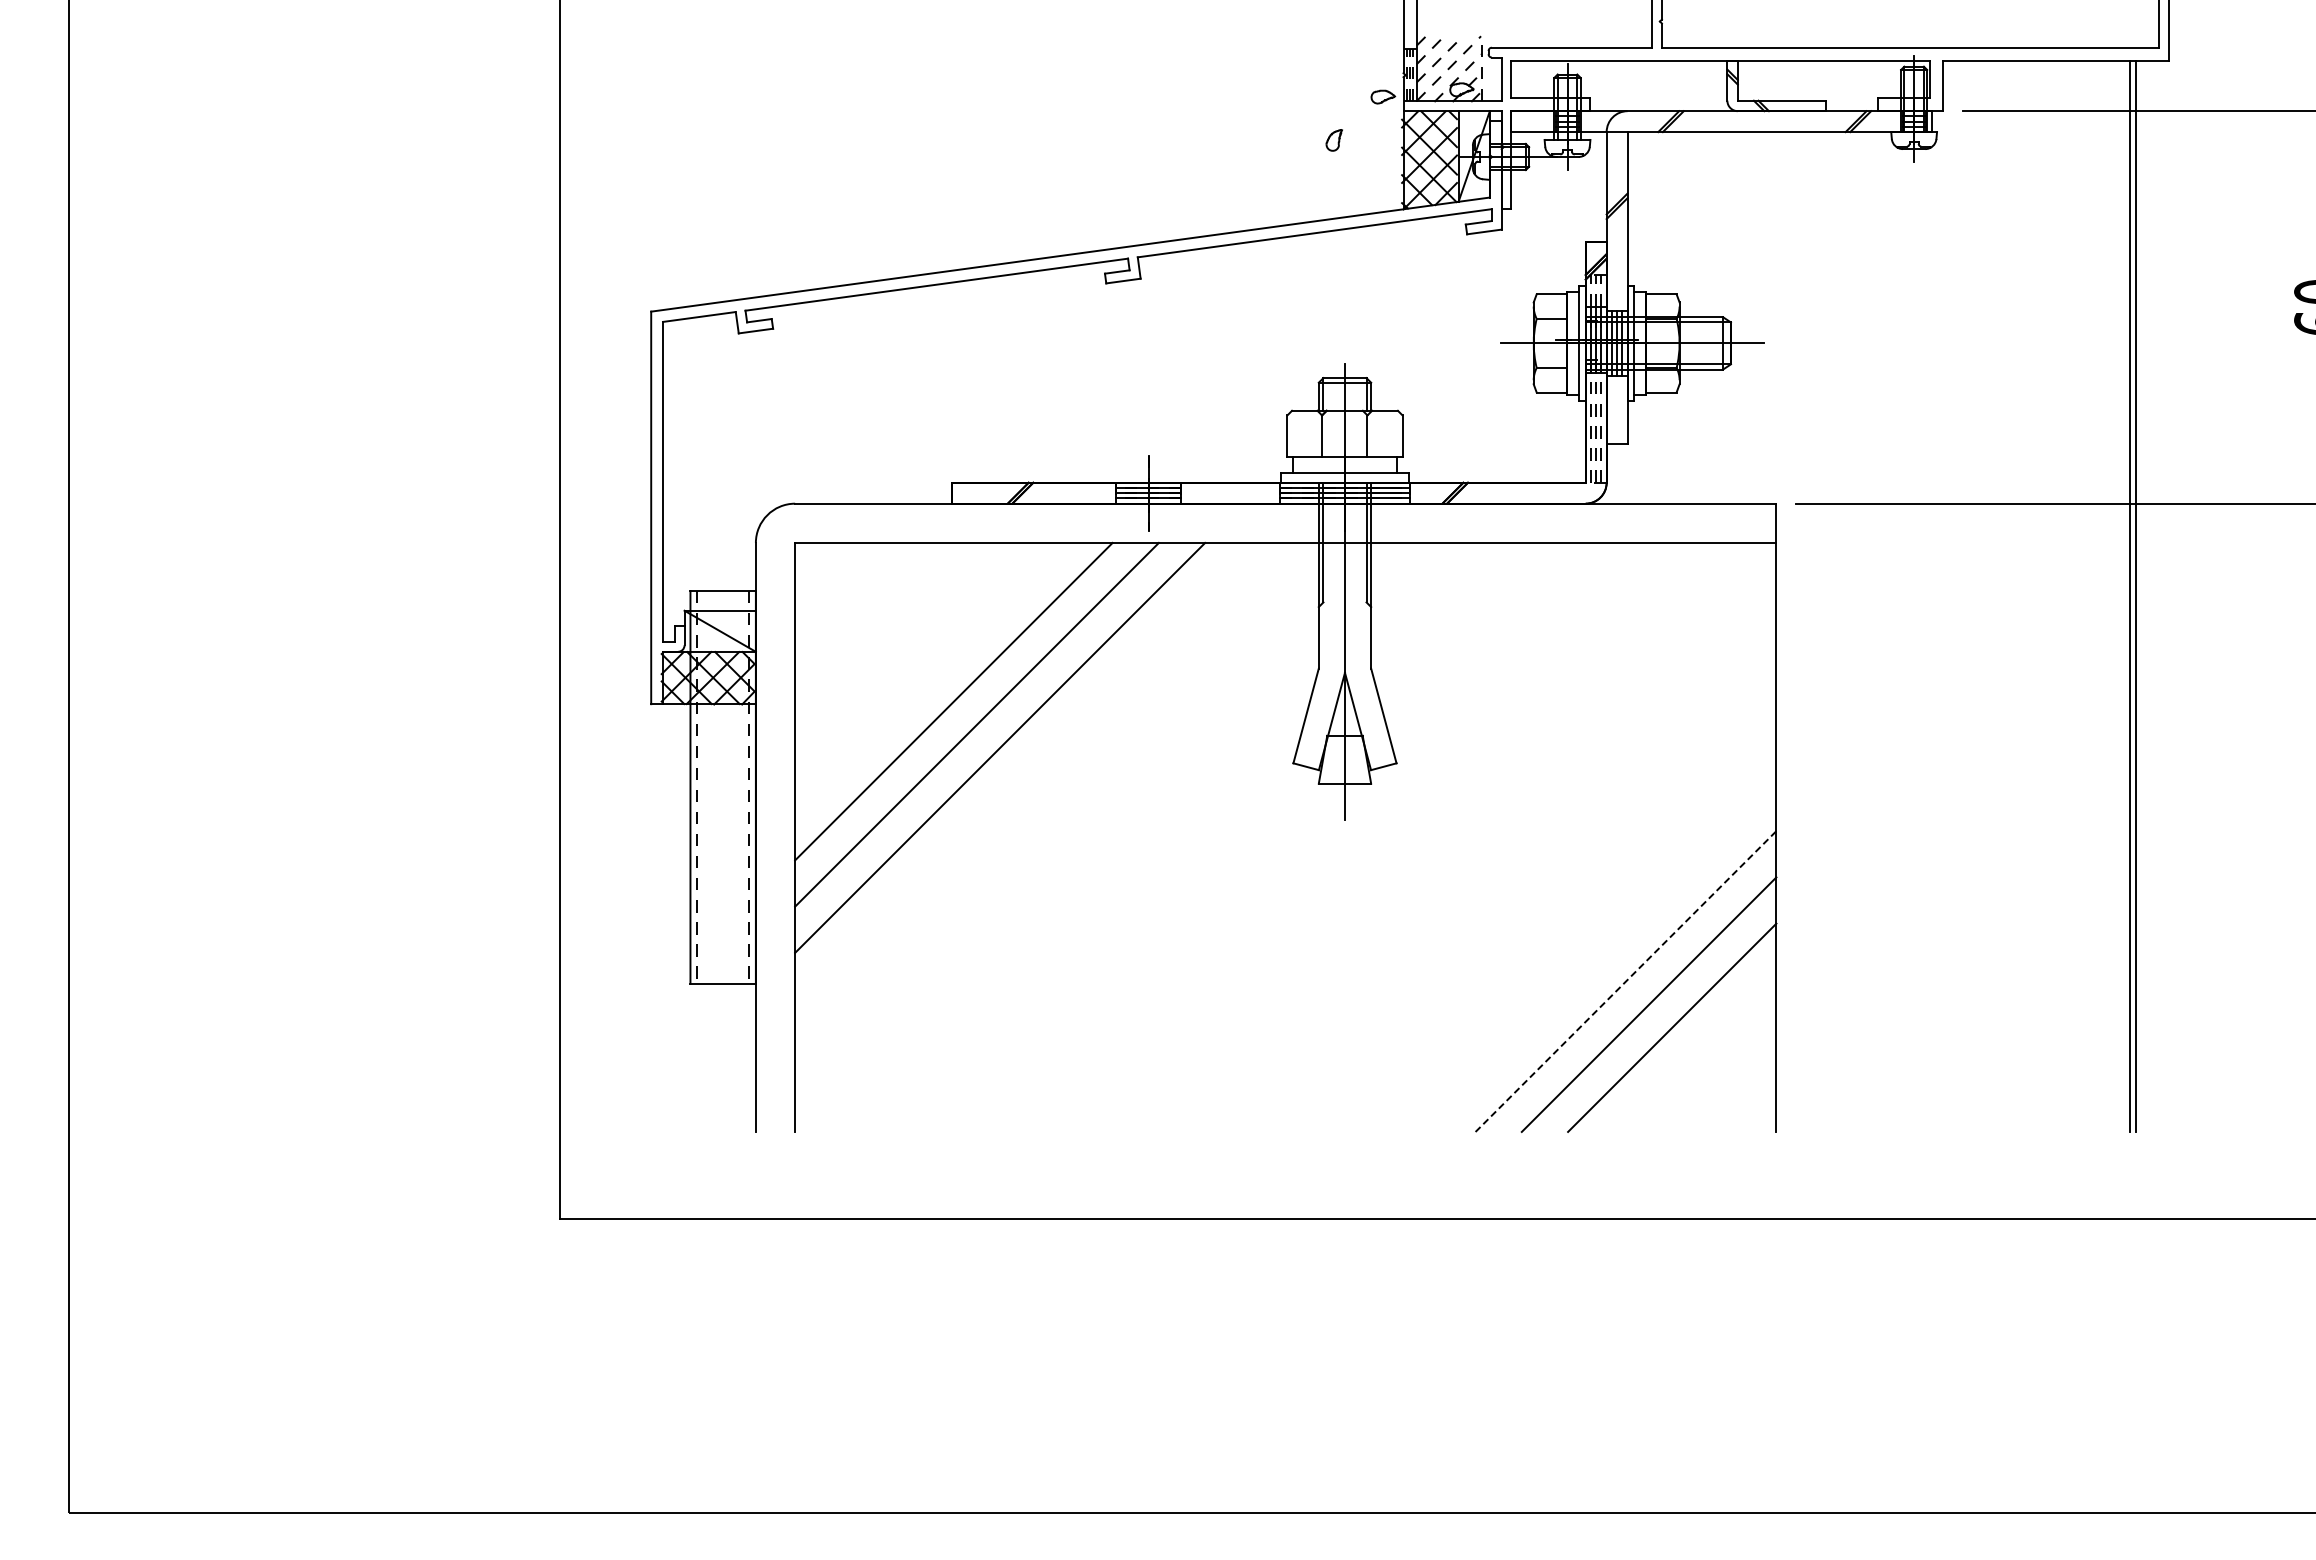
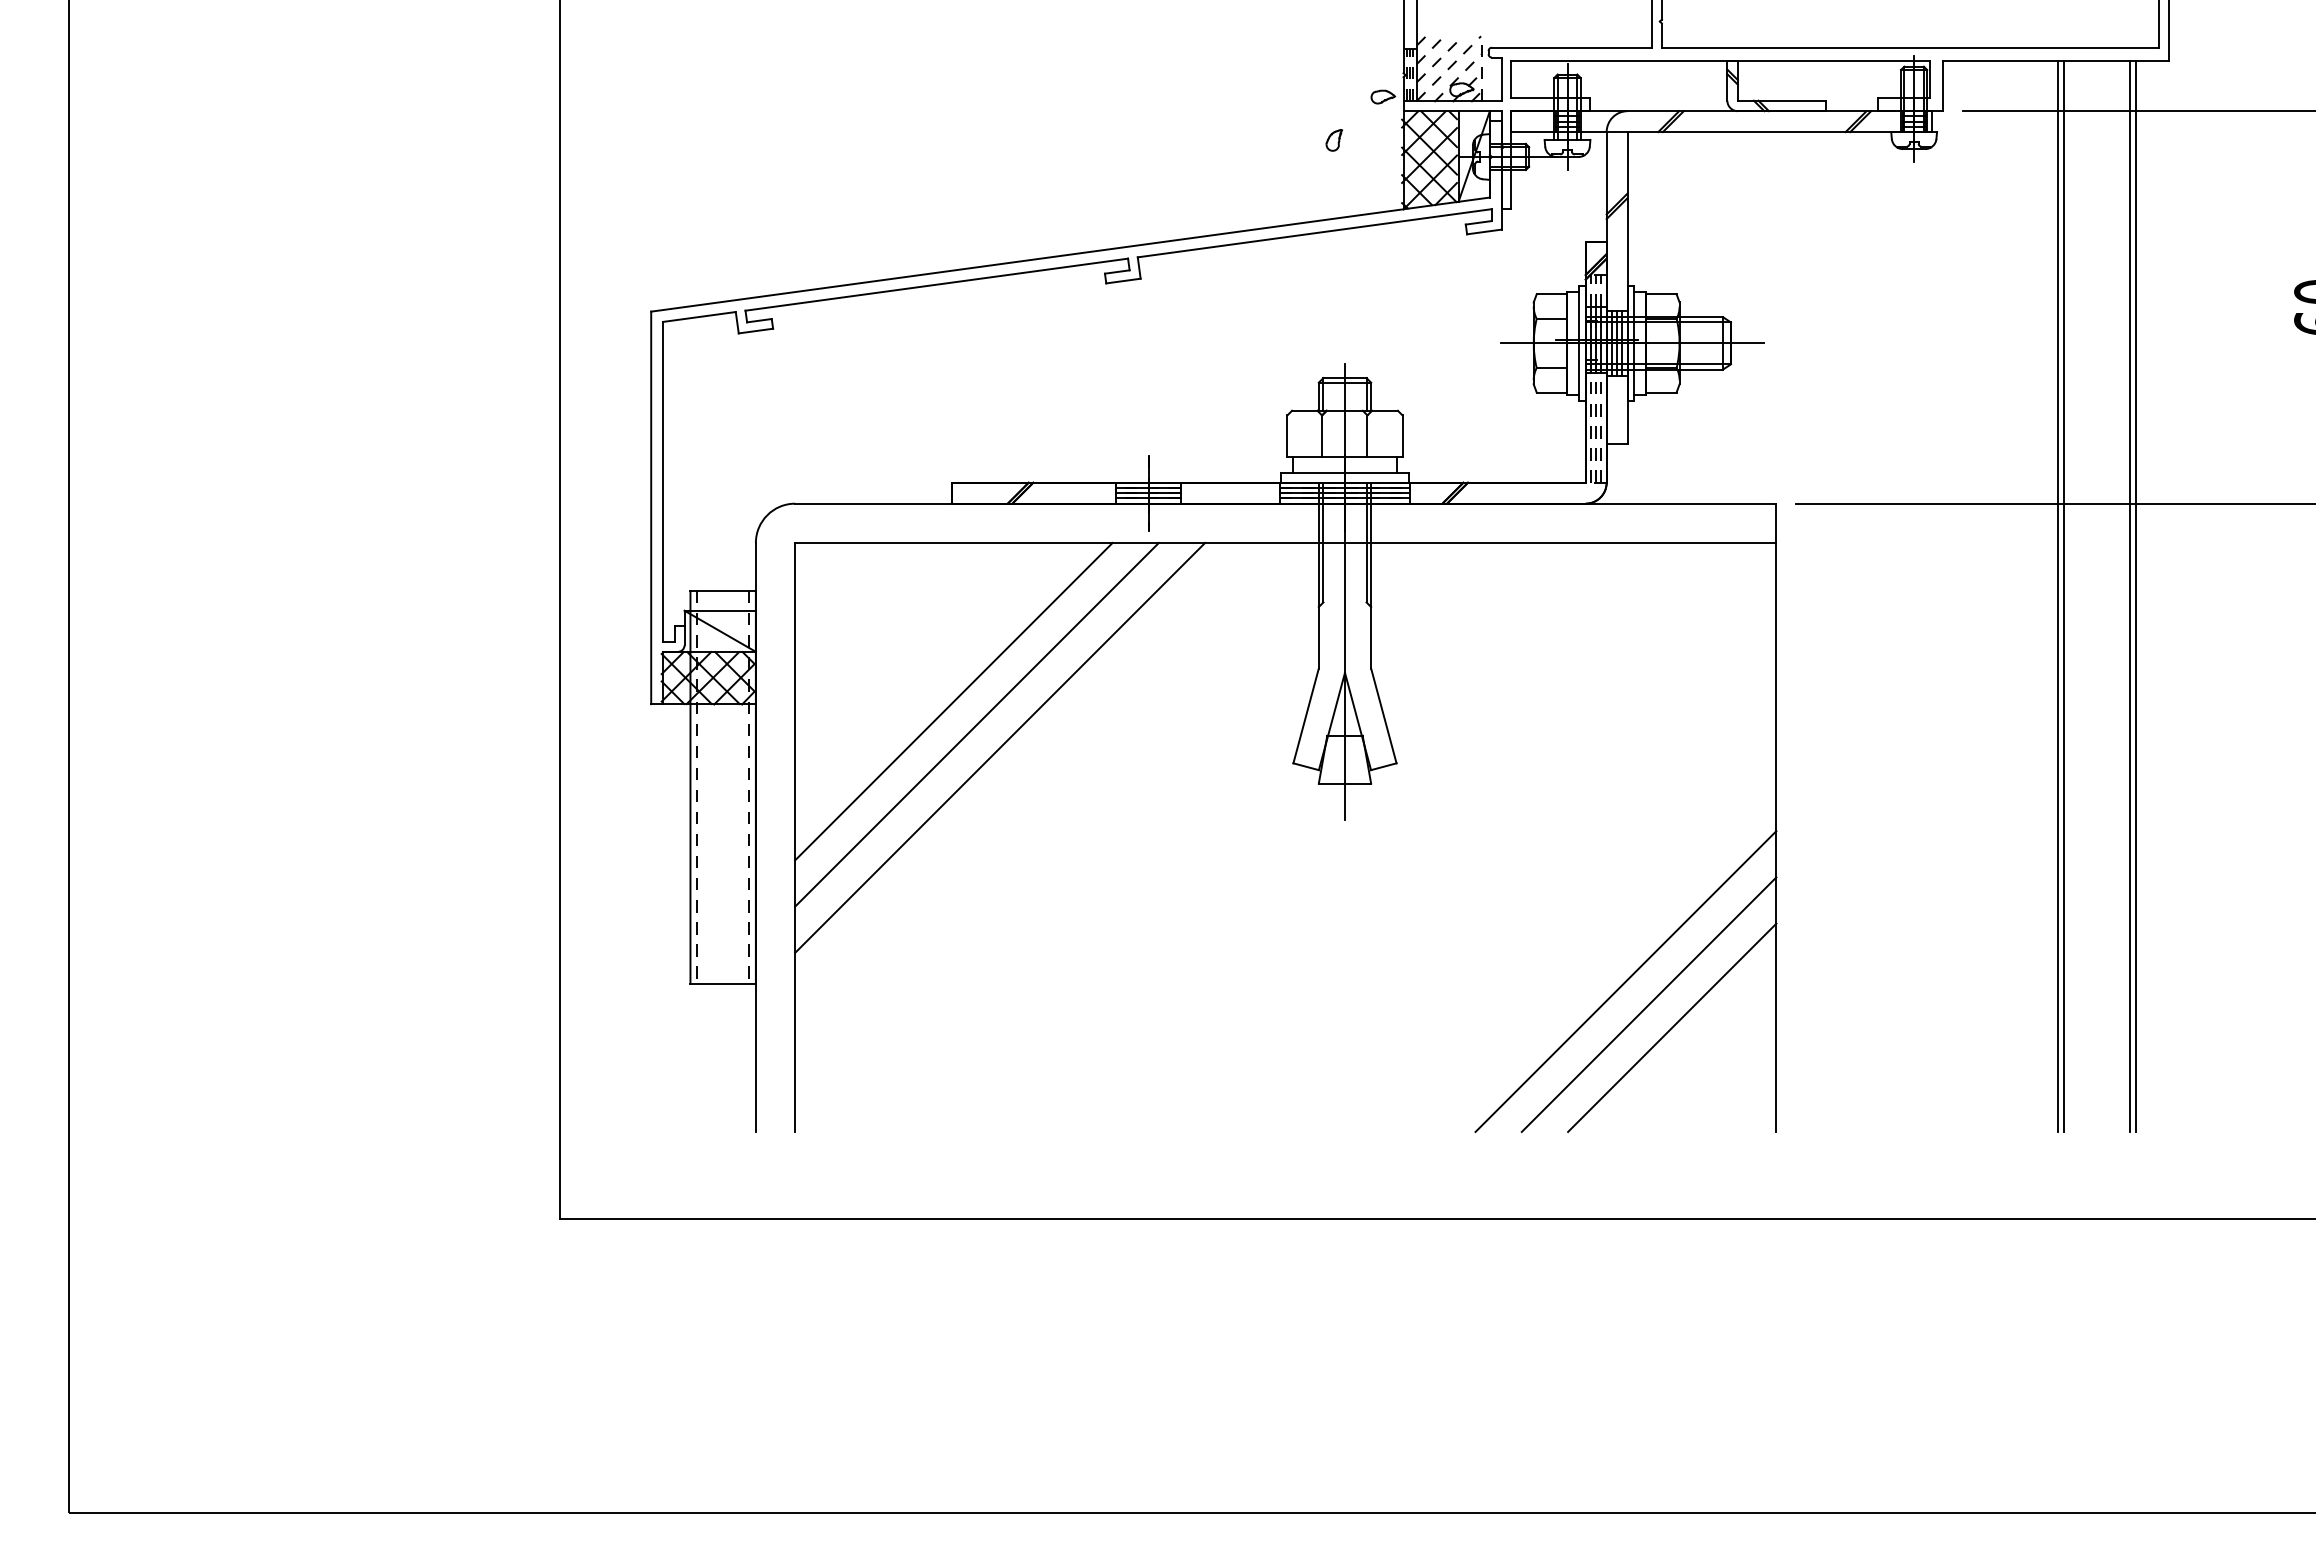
line at (2057, 595): none -> present
line at (2064, 595): none -> present
line at (1625, 981): dashed -> solid
